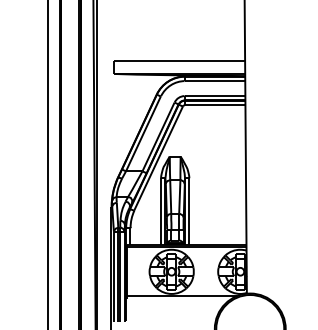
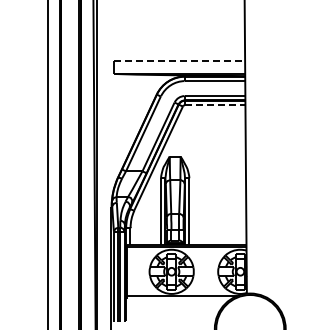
line at (180, 61): solid -> dashed
line at (215, 105): solid -> dashed
